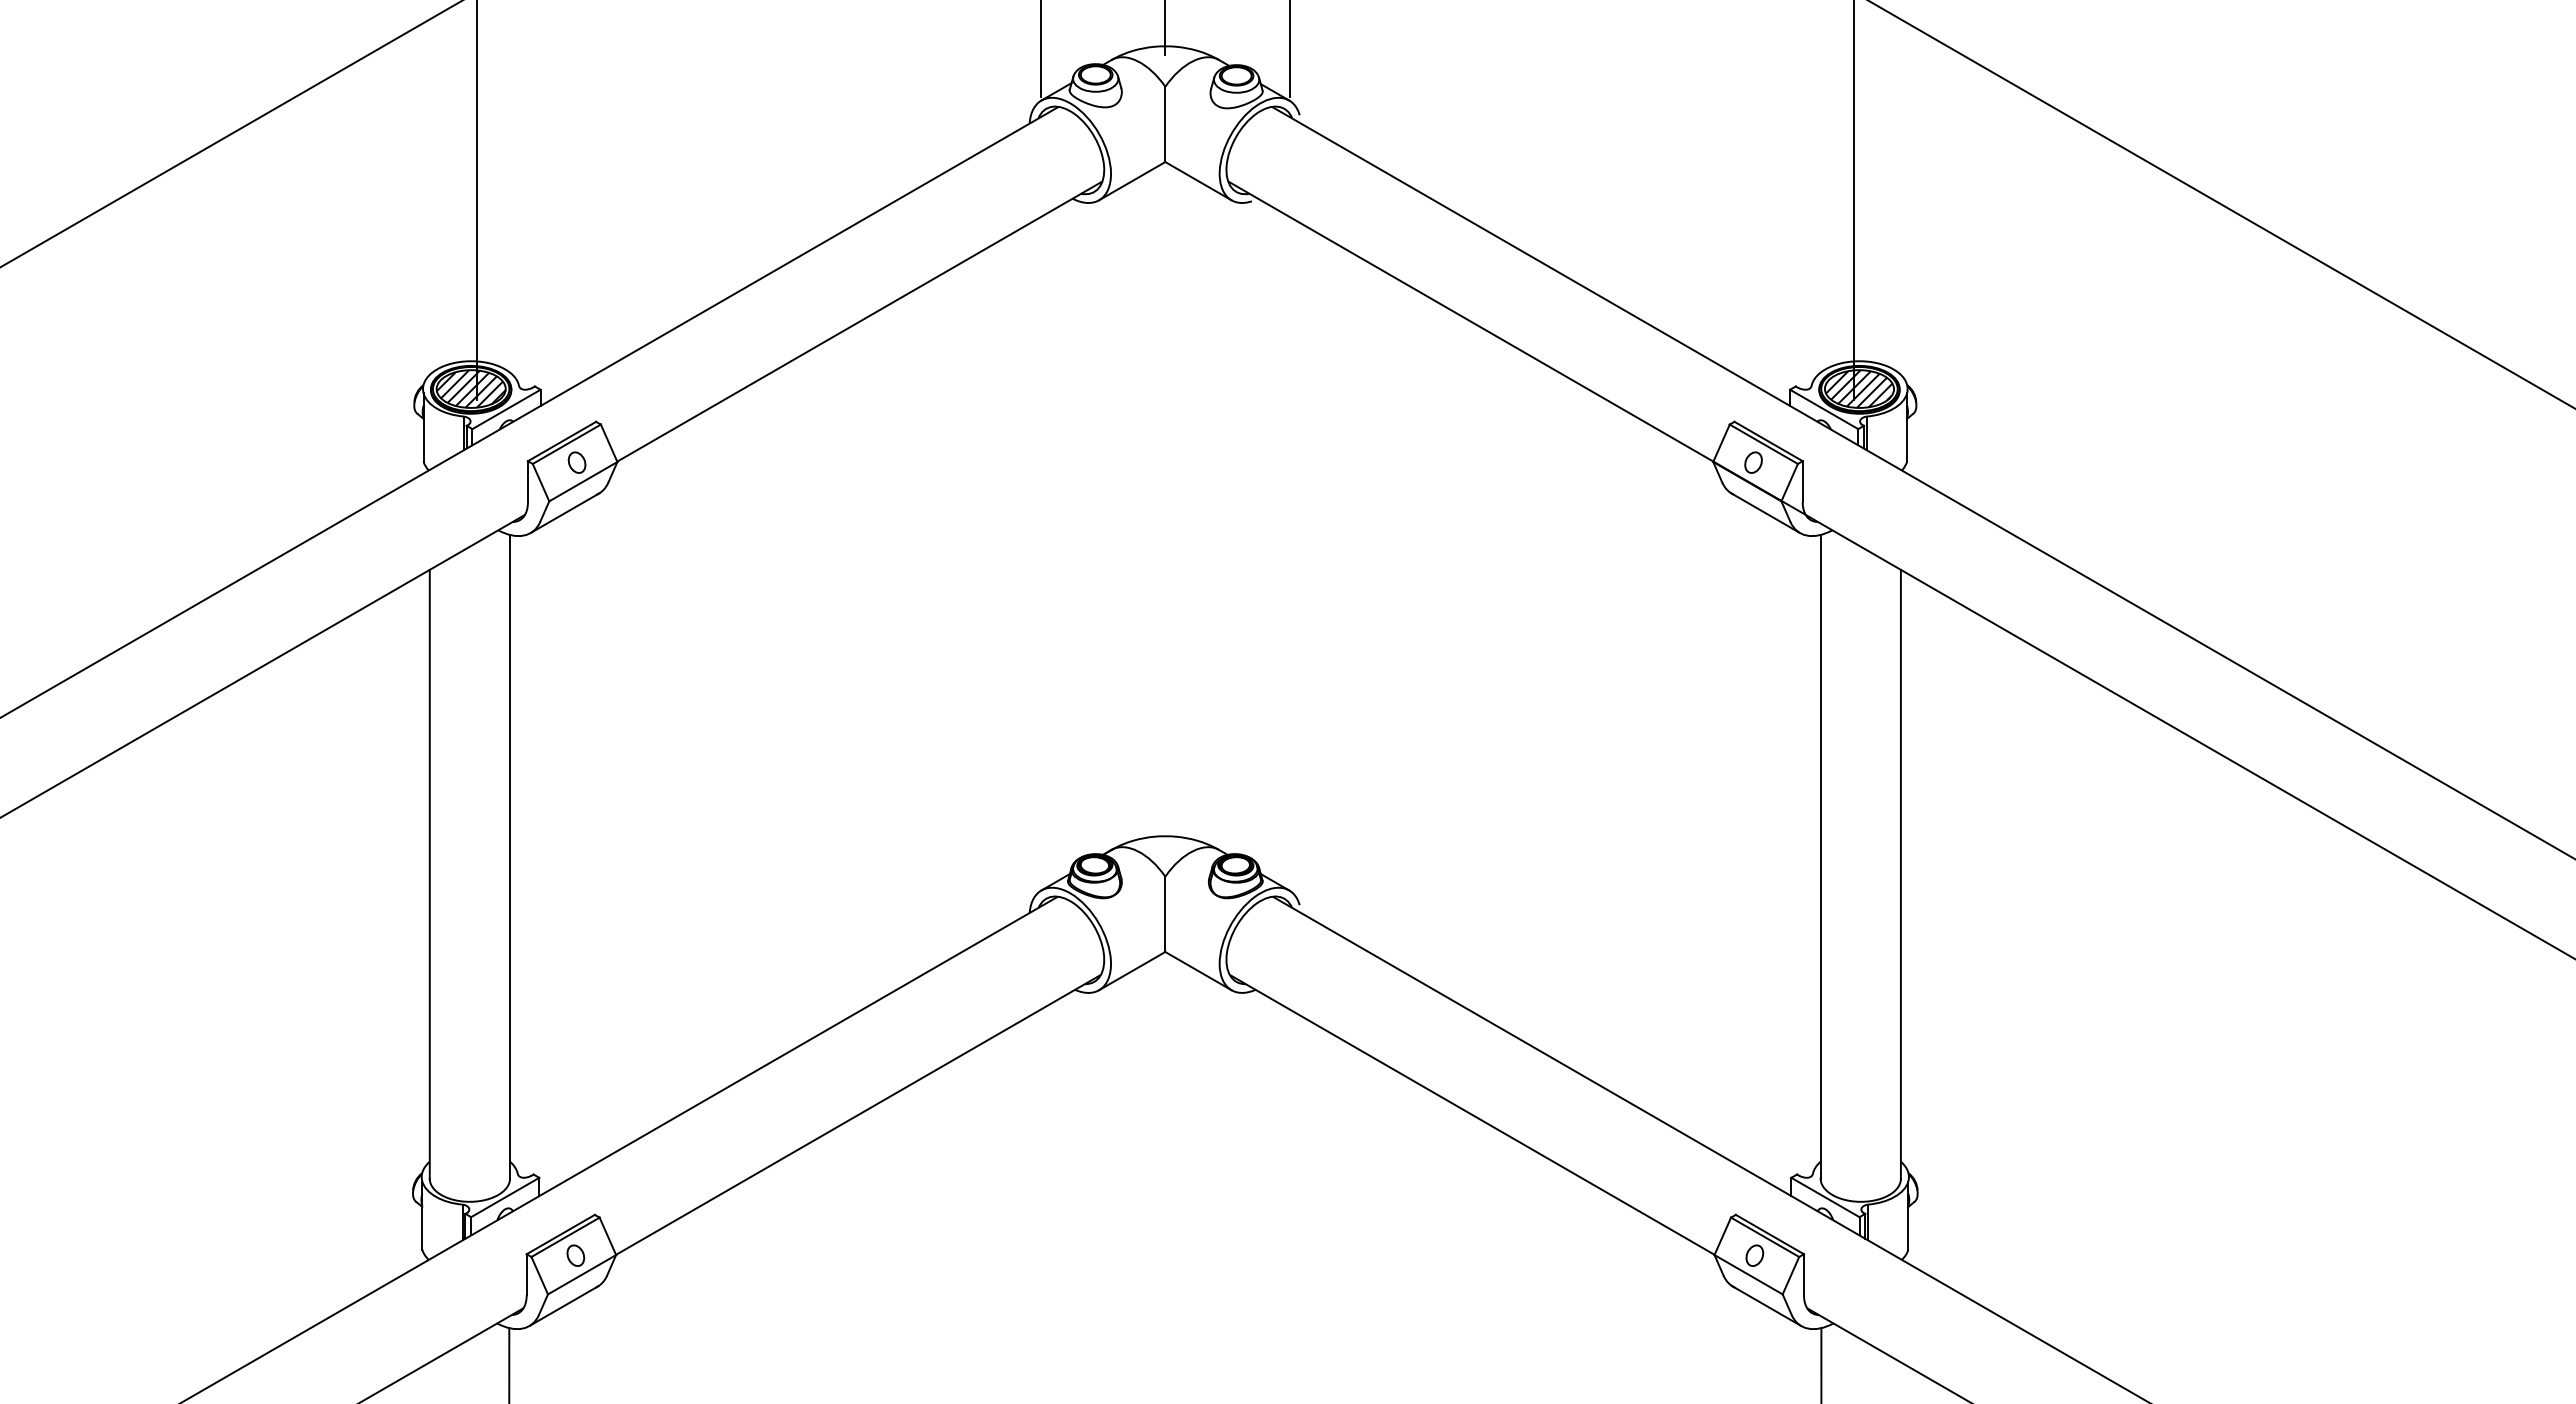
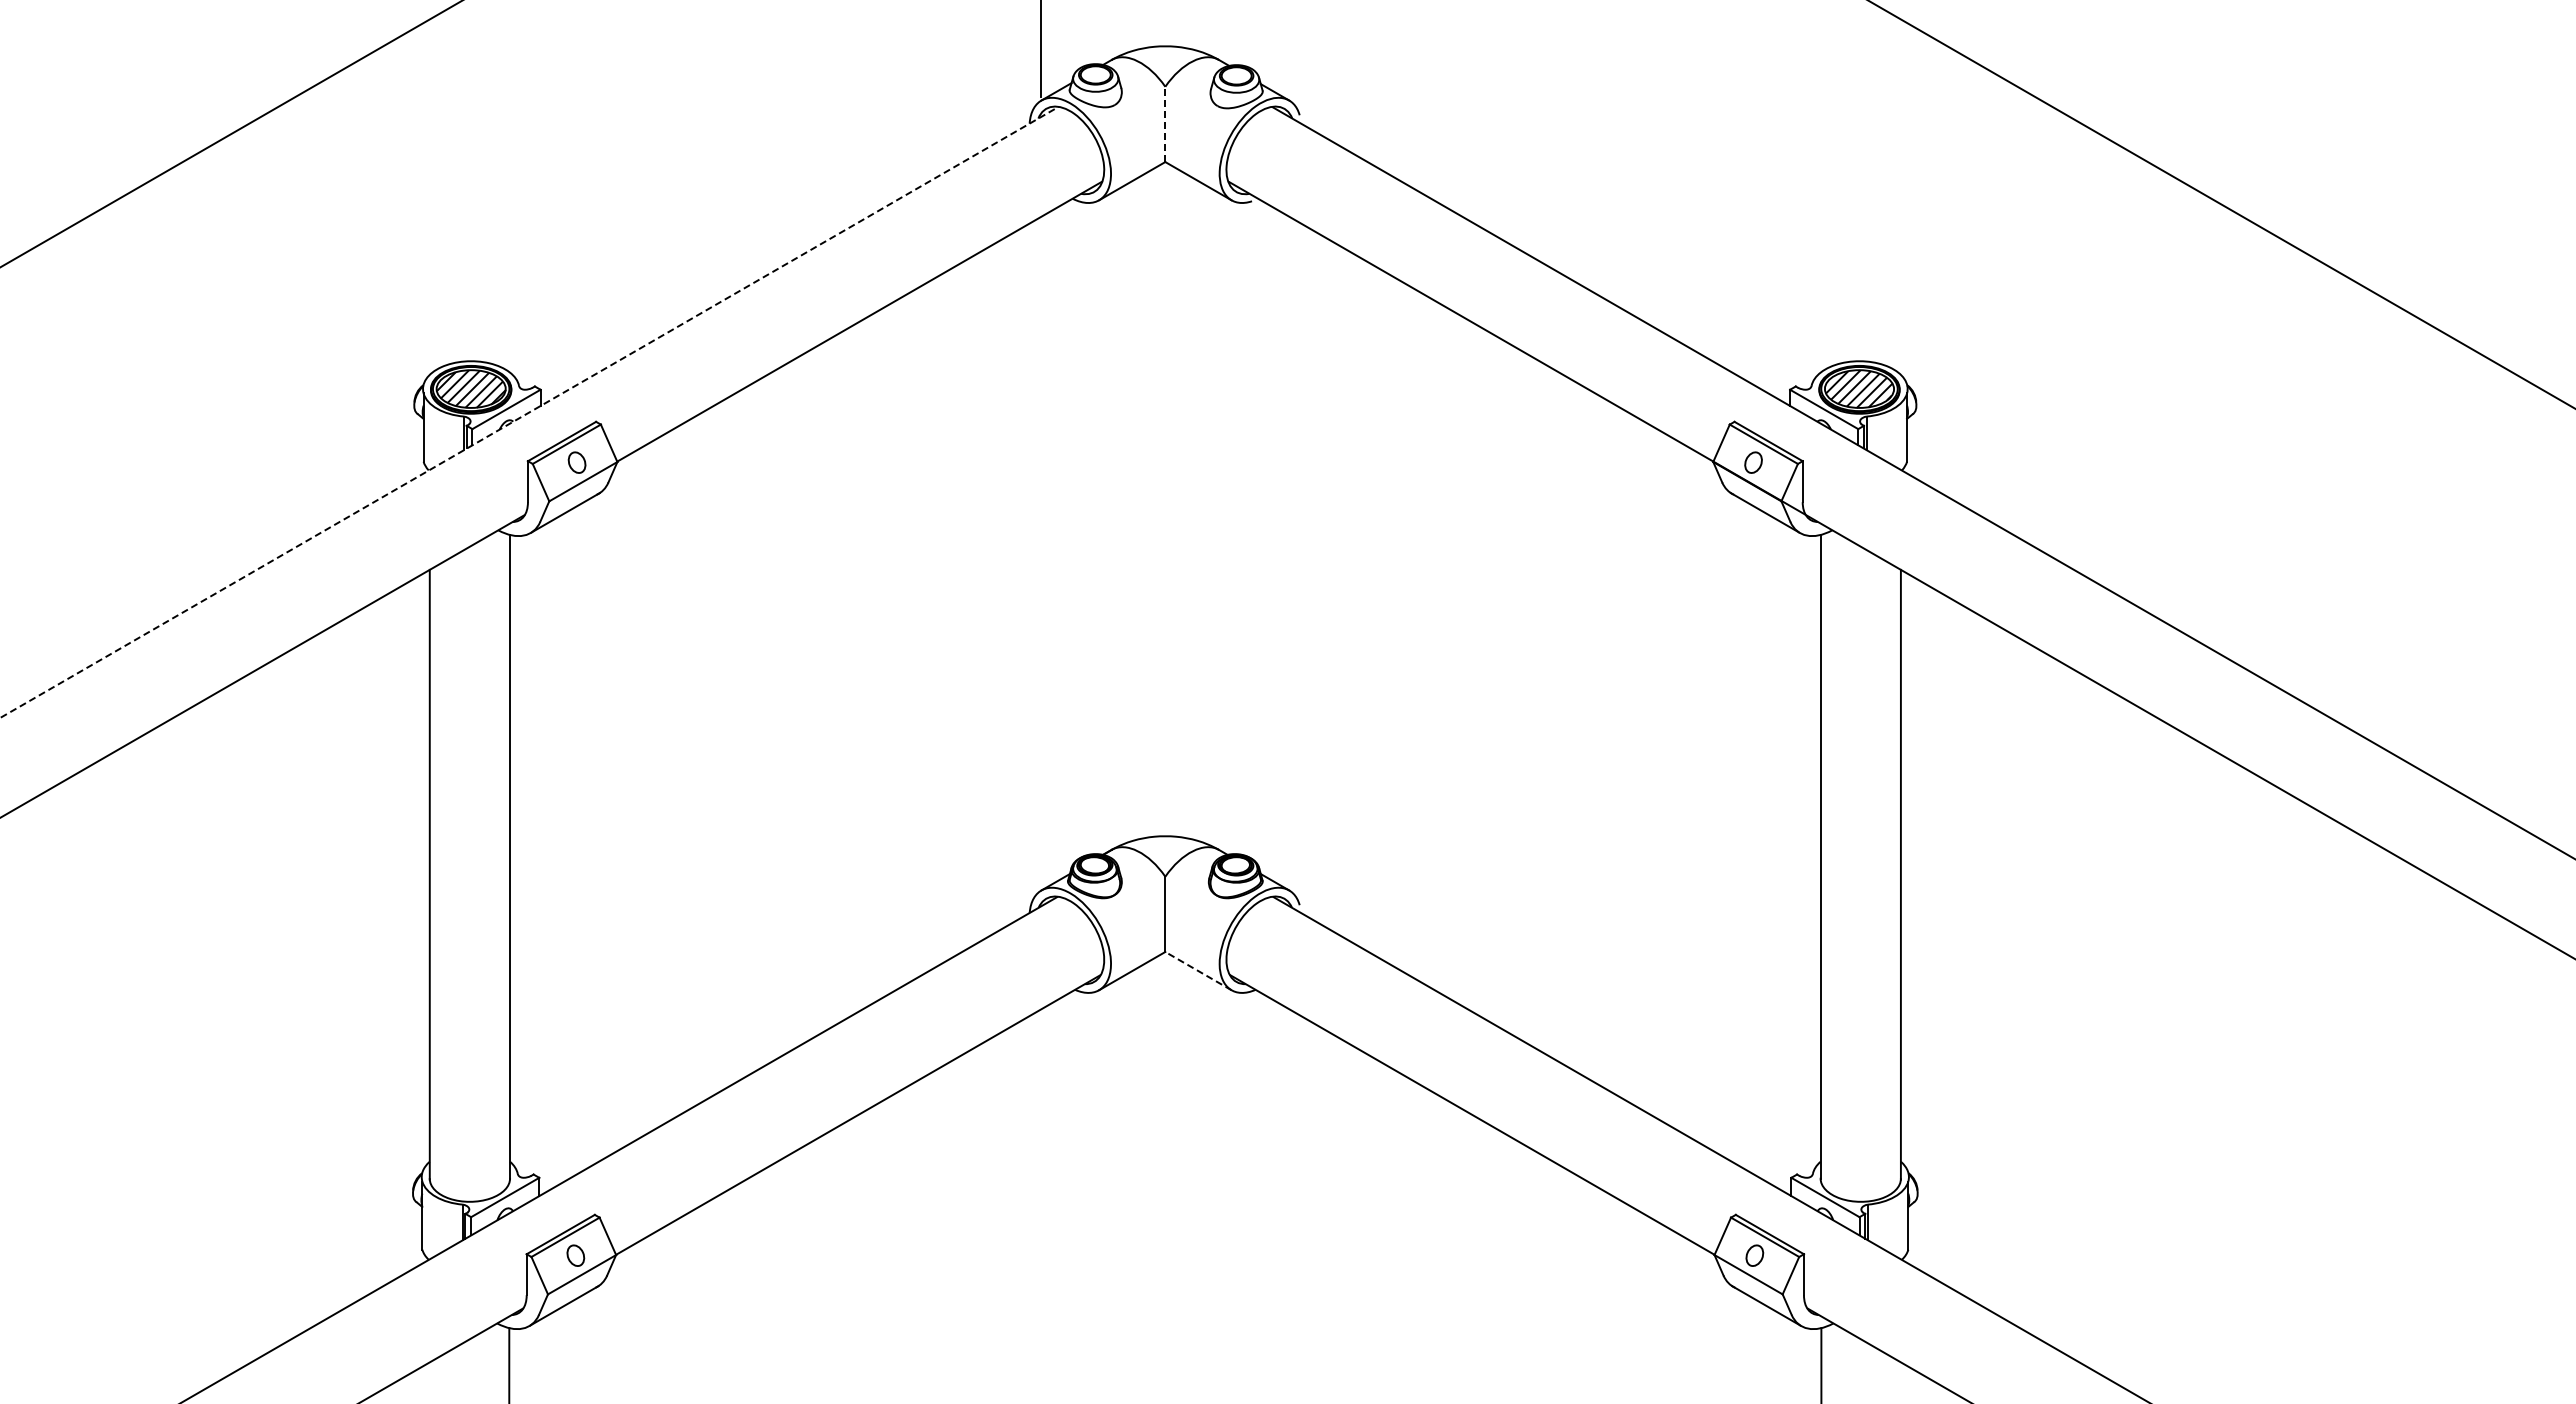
line at (1165, 28): present -> none
line at (1289, 49): present -> none
line at (1165, 124): solid -> dashed
line at (477, 200): present -> none
line at (1853, 200): present -> none
line at (529, 412): solid -> dashed
line at (1198, 970): solid -> dashed
